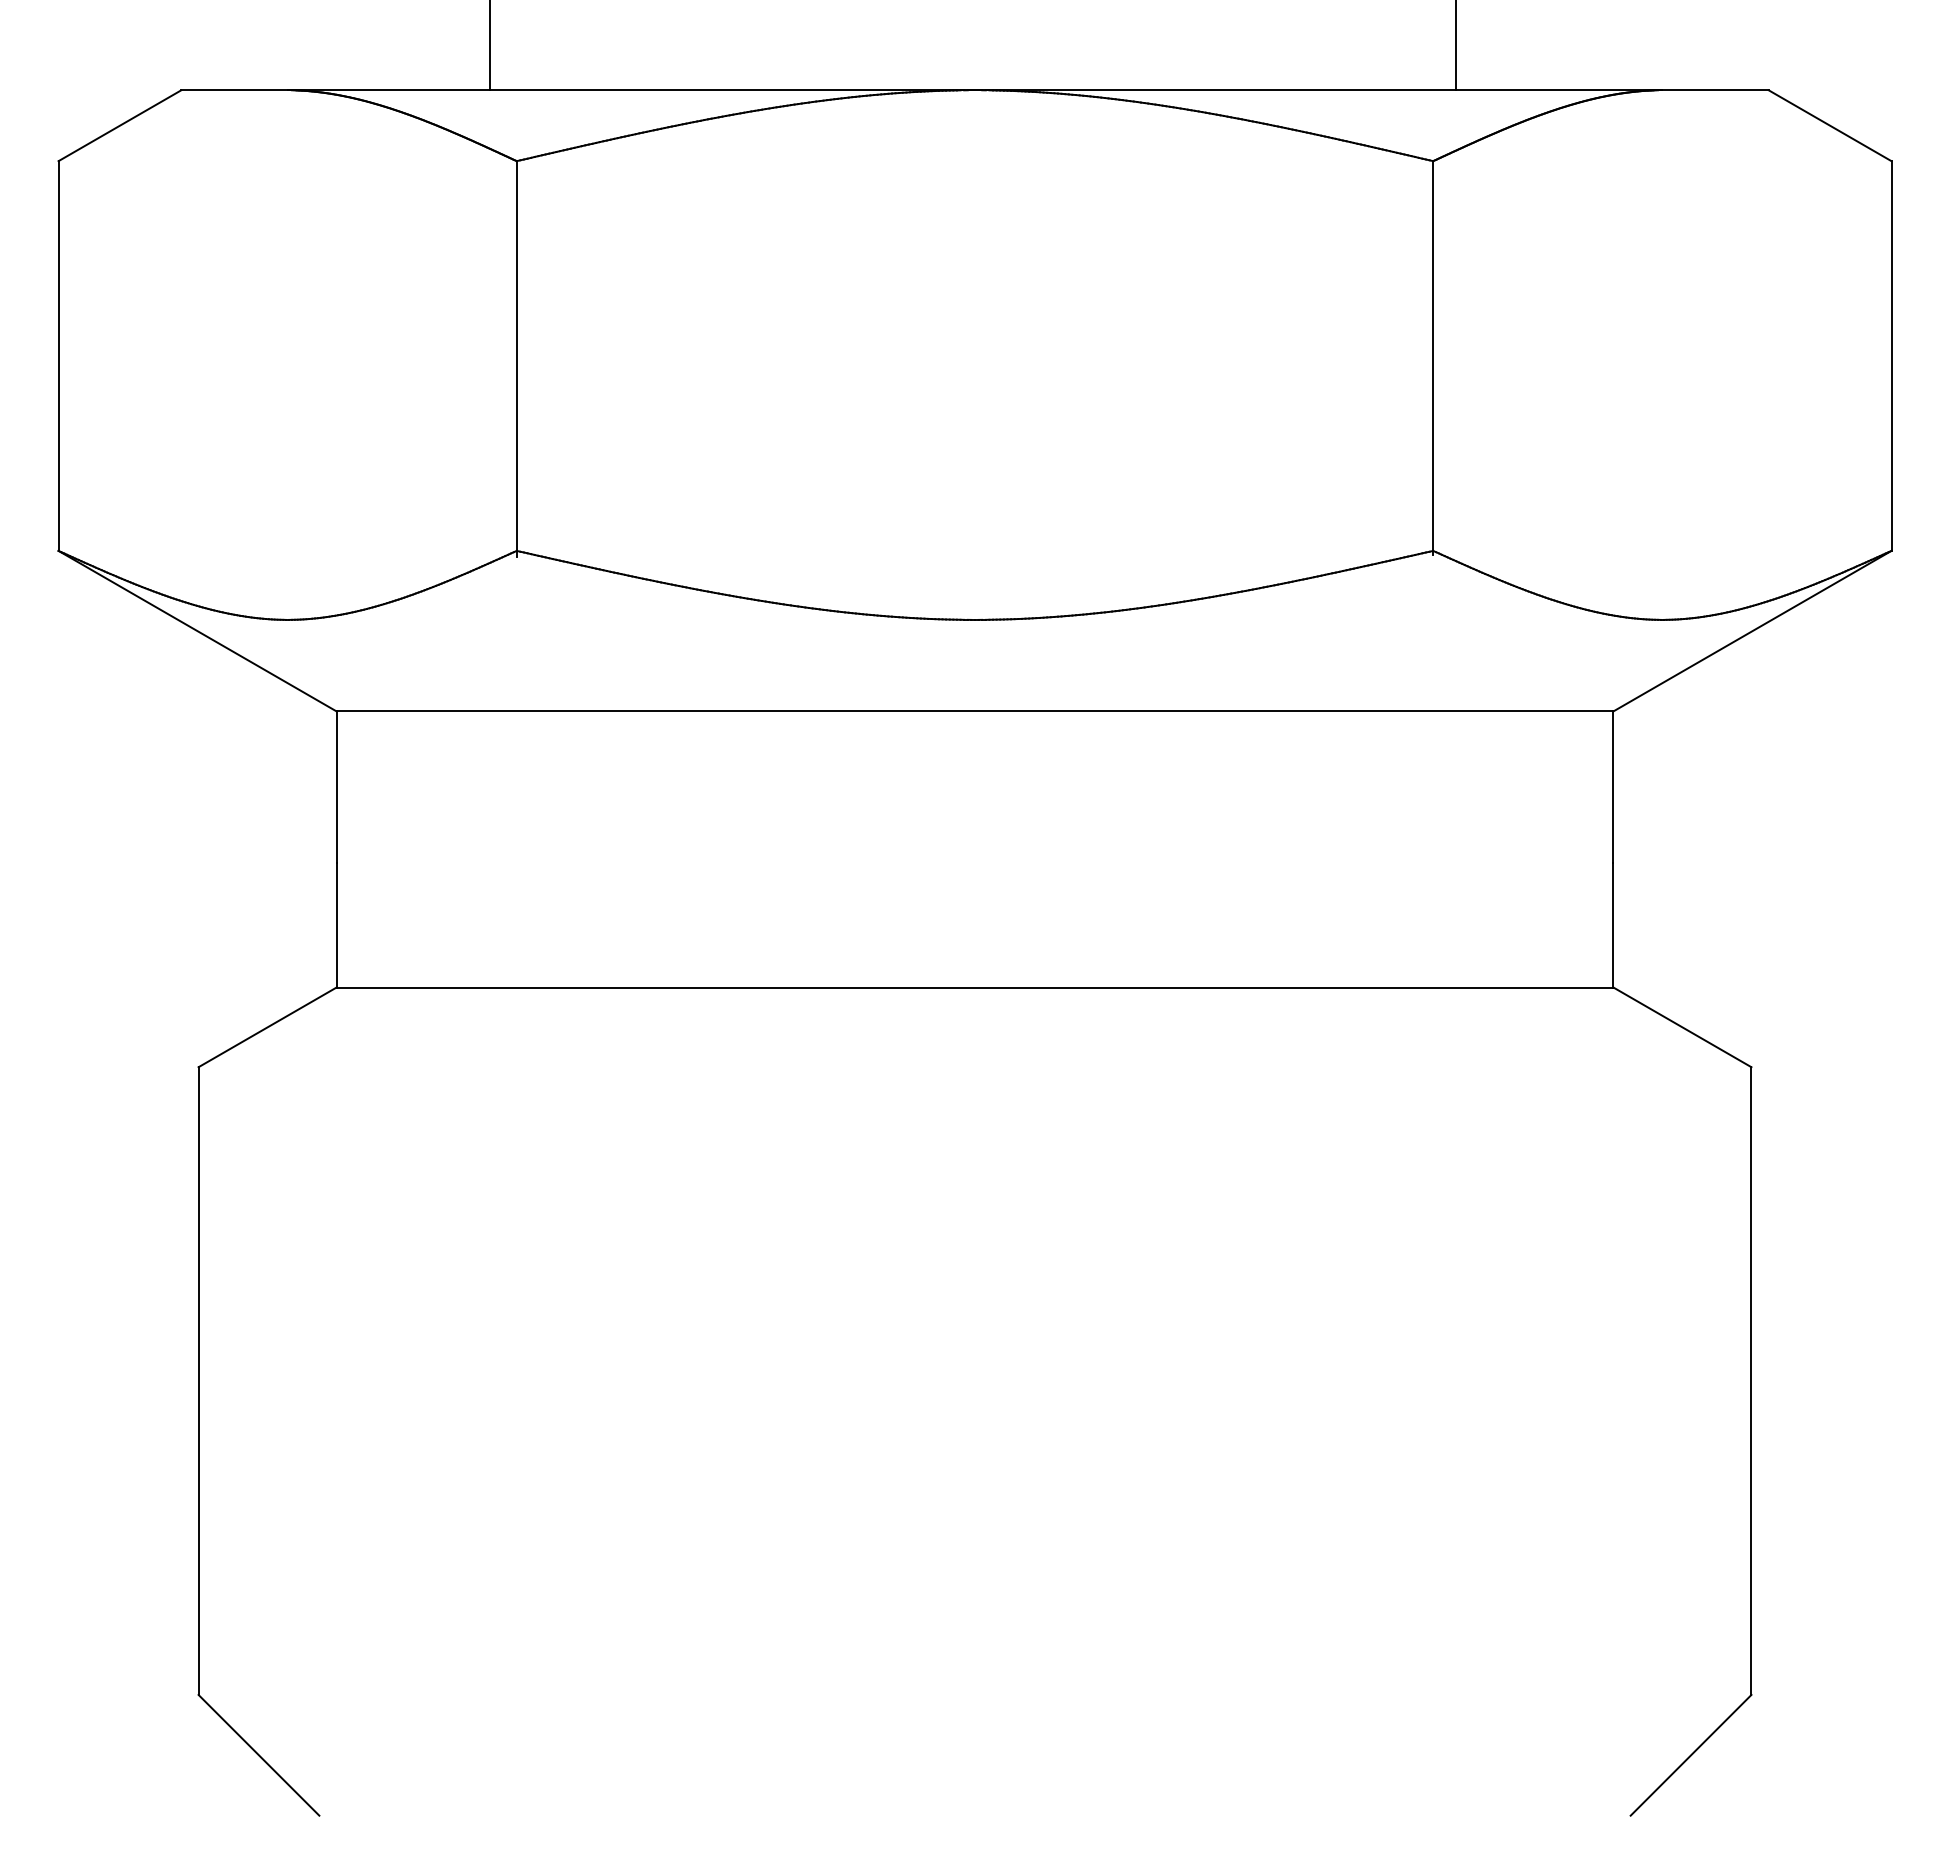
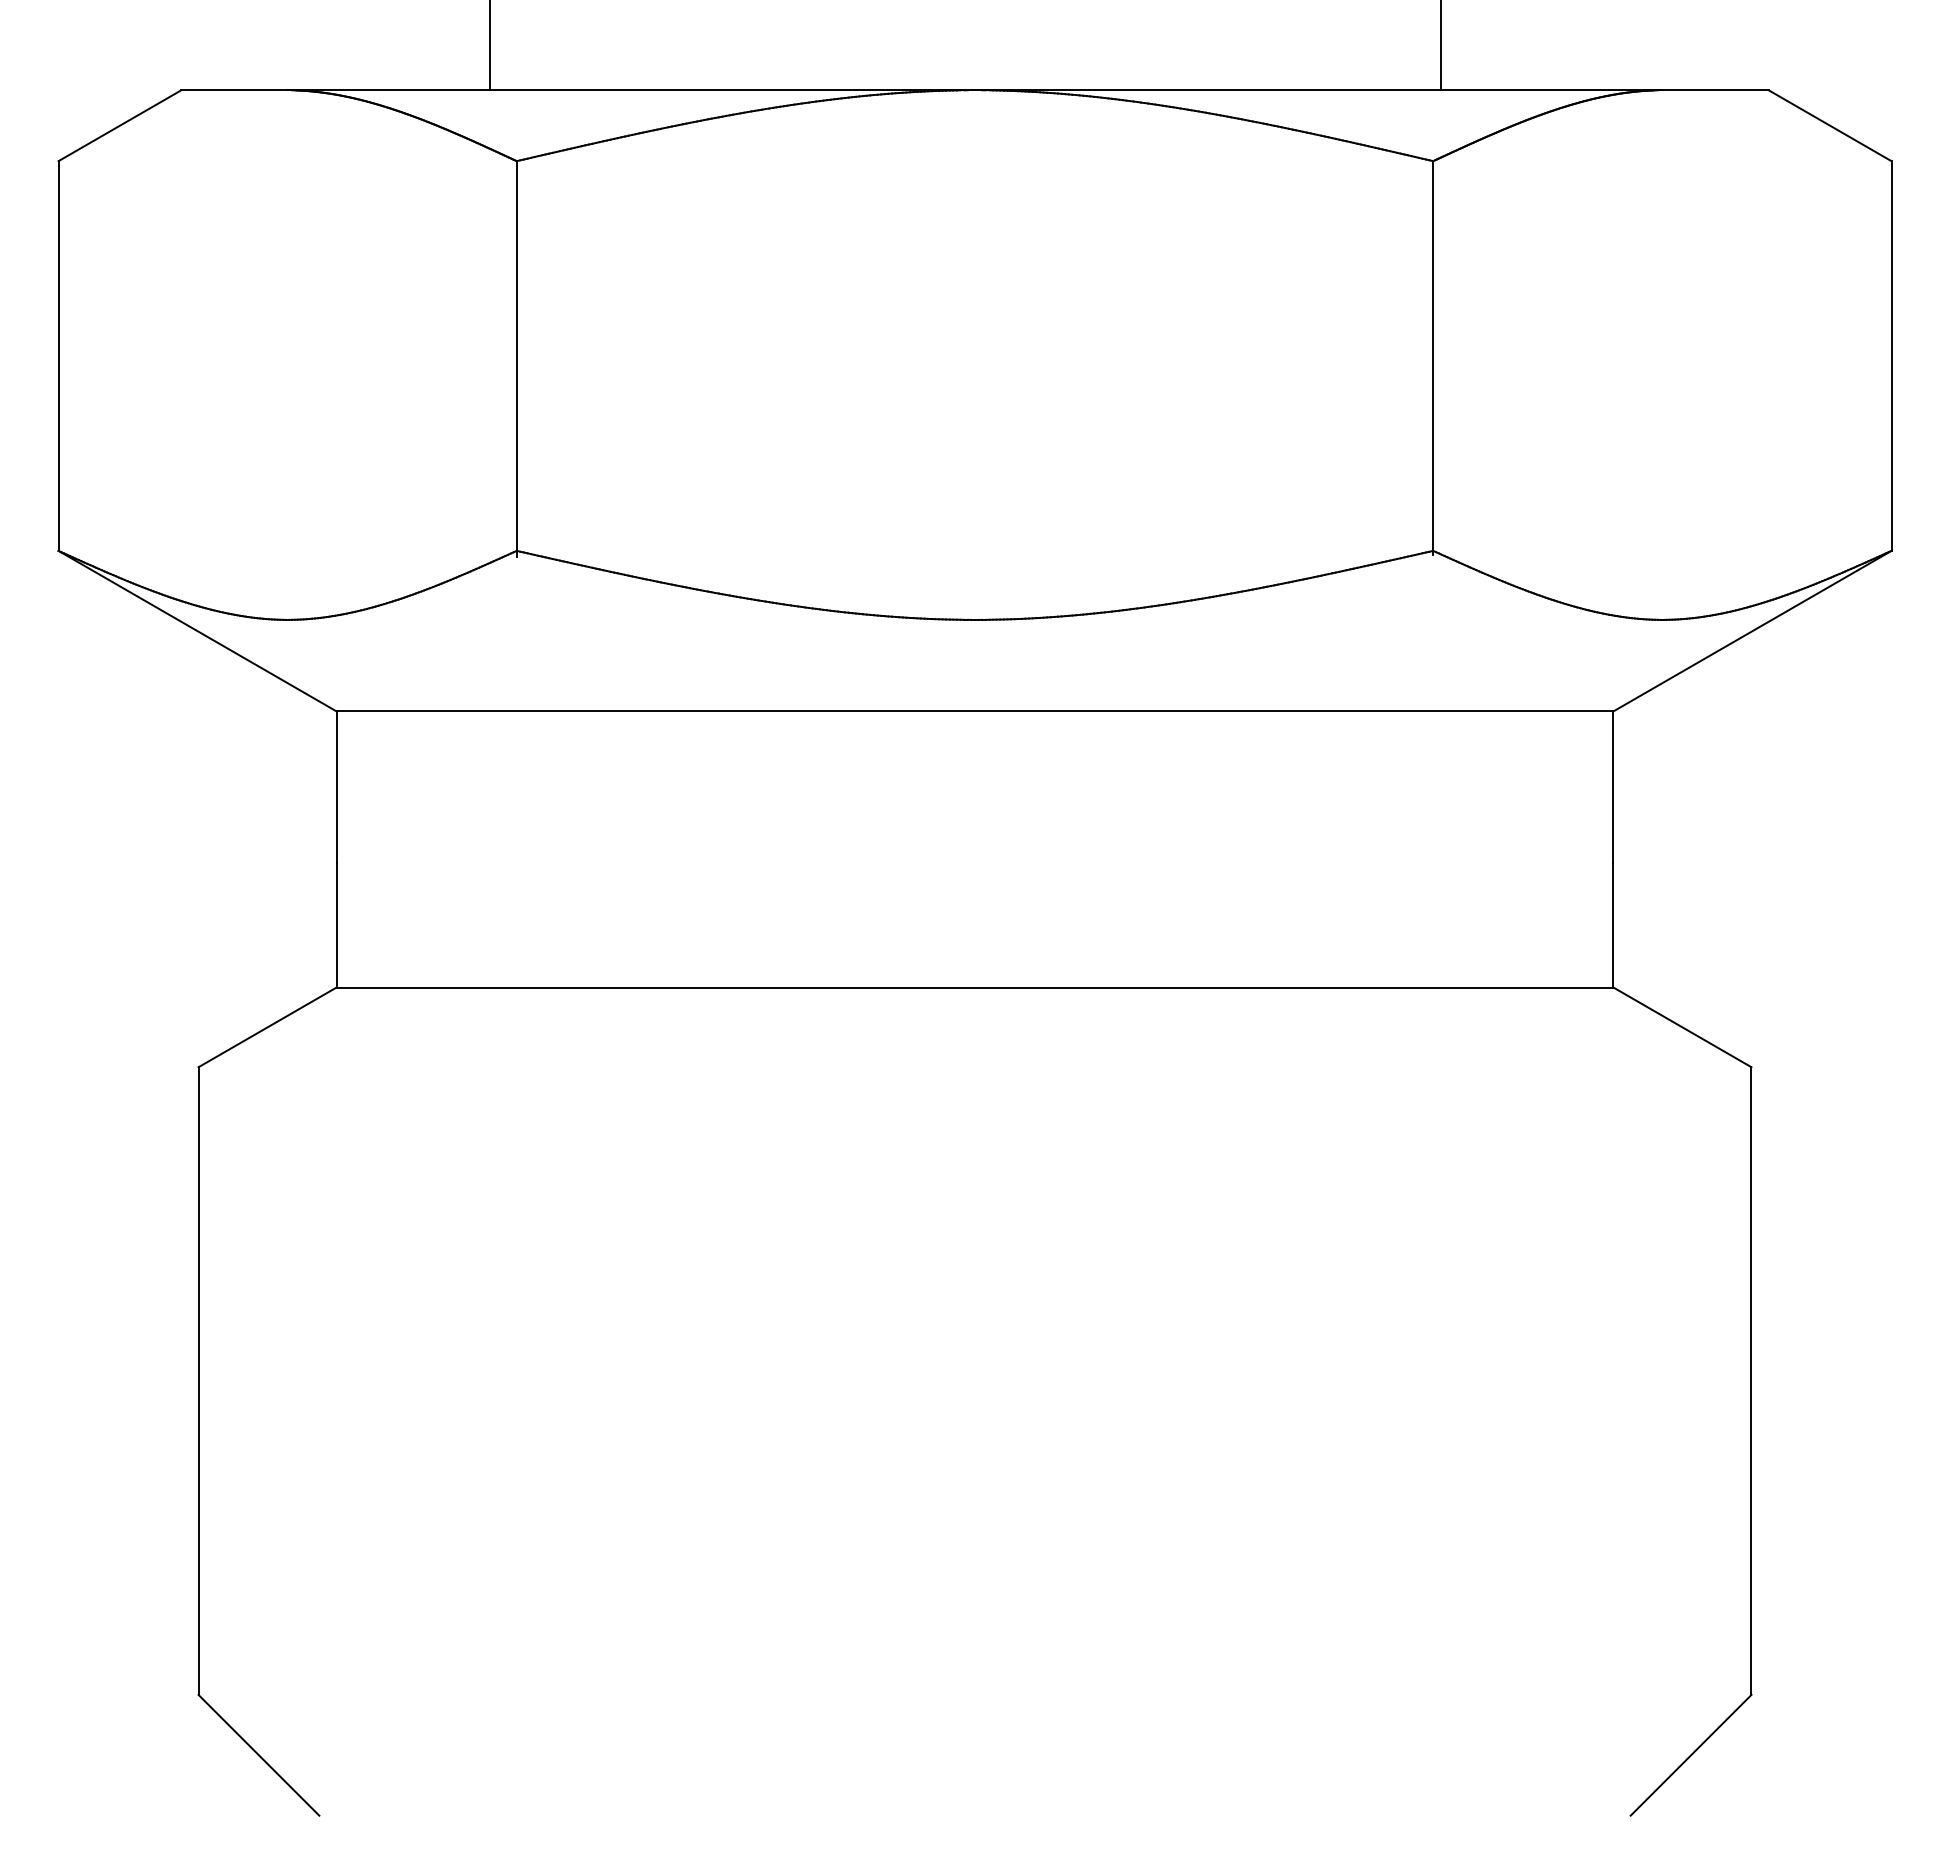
line at (1456, 46) position: (1456, 46) -> (1441, 46)
